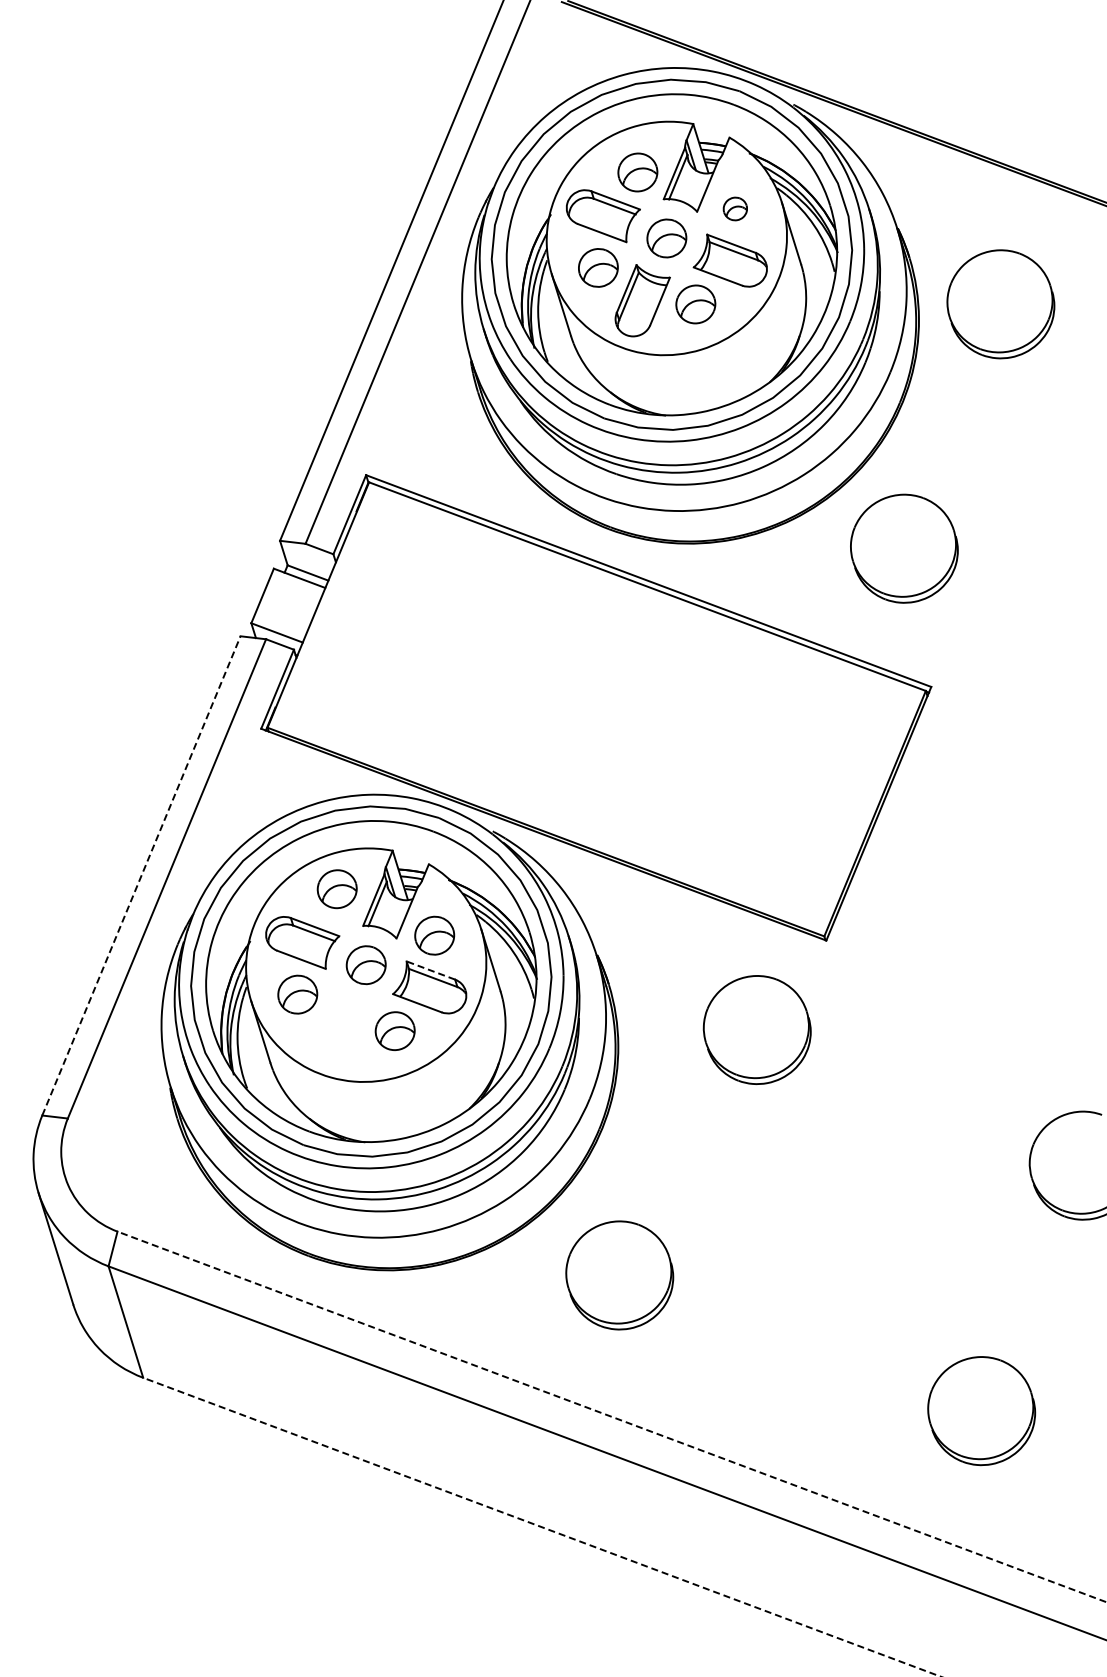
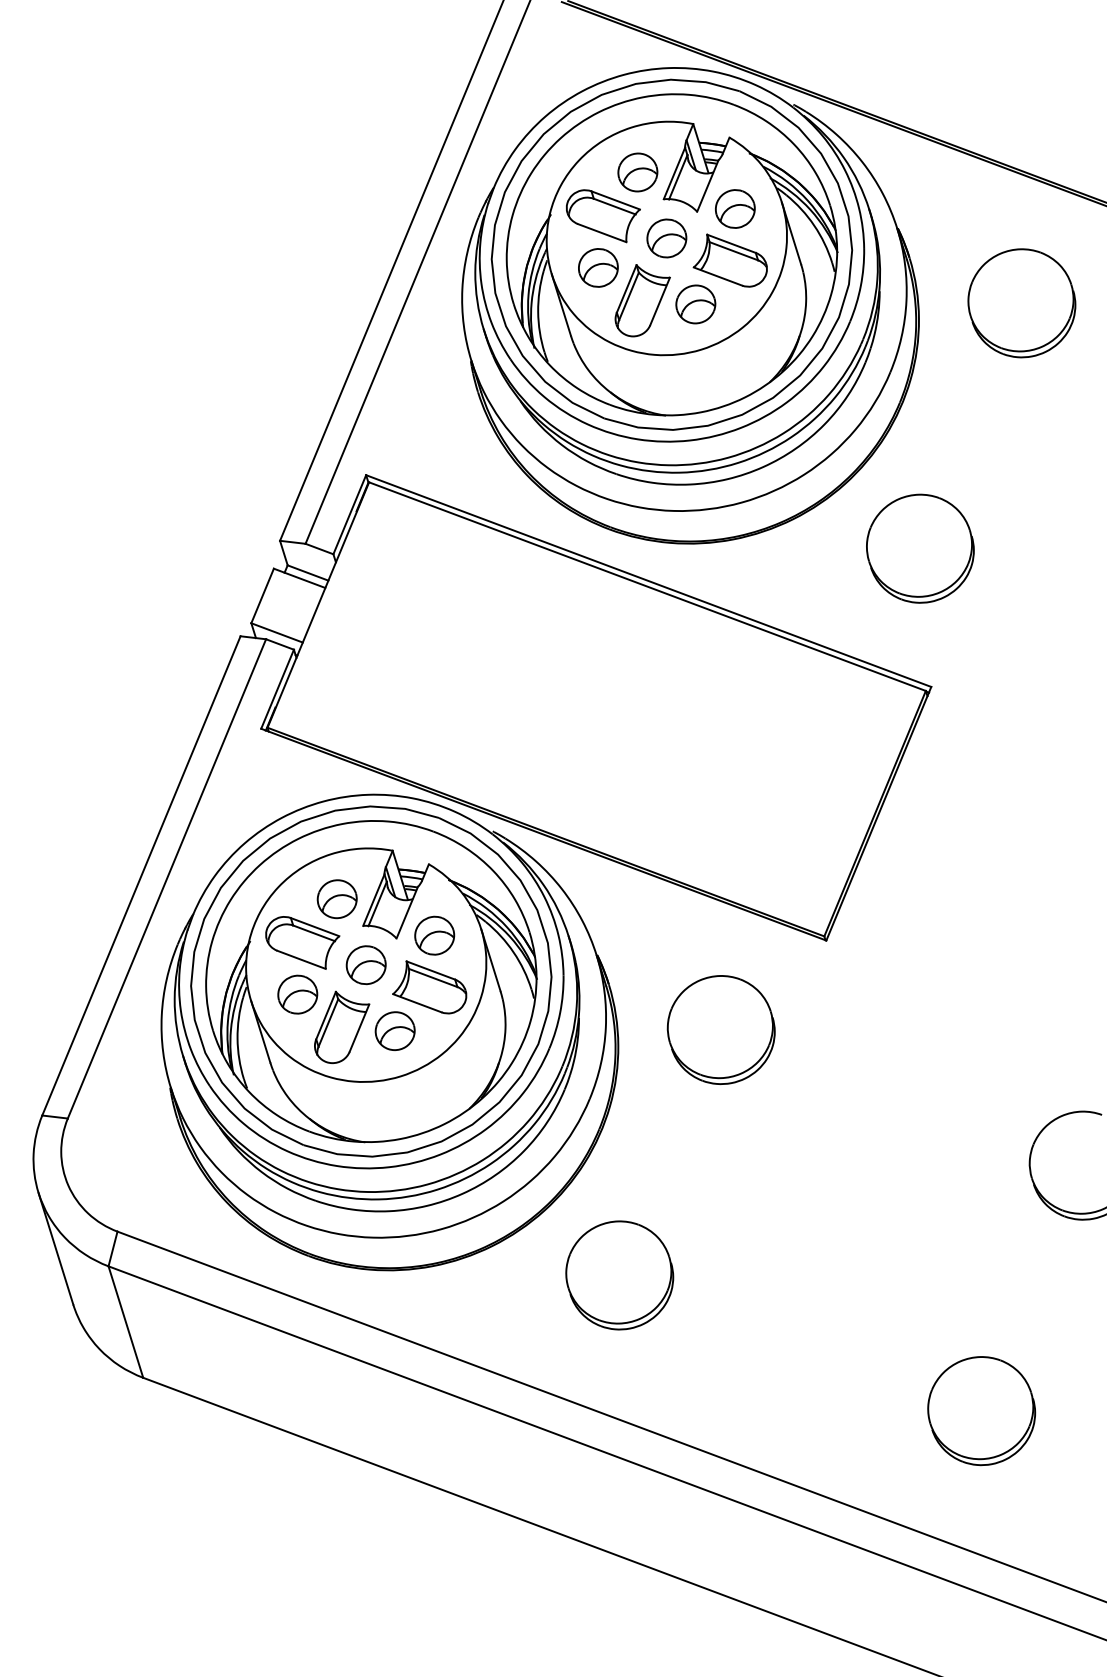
part at (734, 208) size: 26x26 px -> 41x40 px
part at (1000, 304) position: (1000, 304) -> (1021, 303)
part at (904, 548) position: (904, 548) -> (920, 548)
line at (141, 875): dashed -> solid
part at (336, 889) position: (336, 889) -> (336, 899)
line at (430, 970): dashed -> solid
part at (342, 1027): none -> present
part at (756, 1029) position: (756, 1029) -> (720, 1029)
line at (611, 1416): dashed -> solid
line at (542, 1527): dashed -> solid
